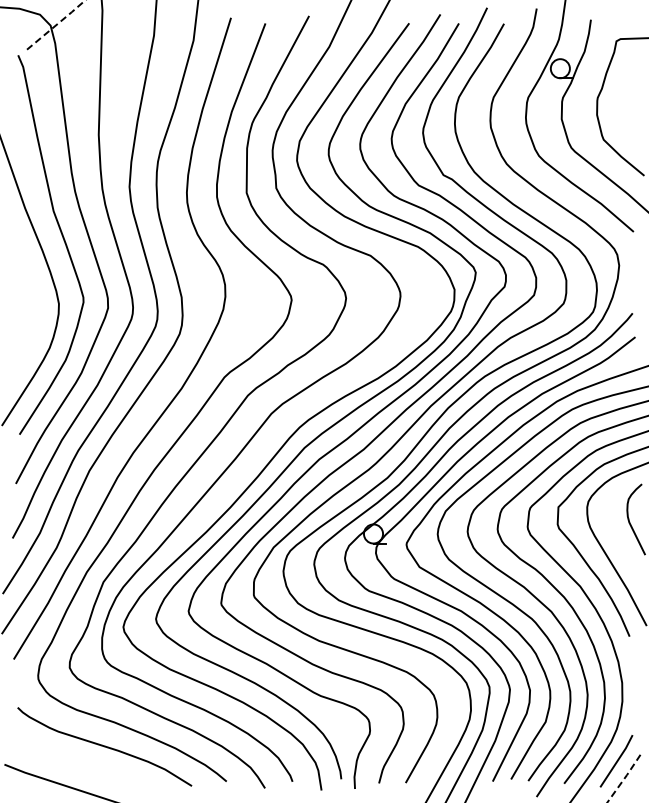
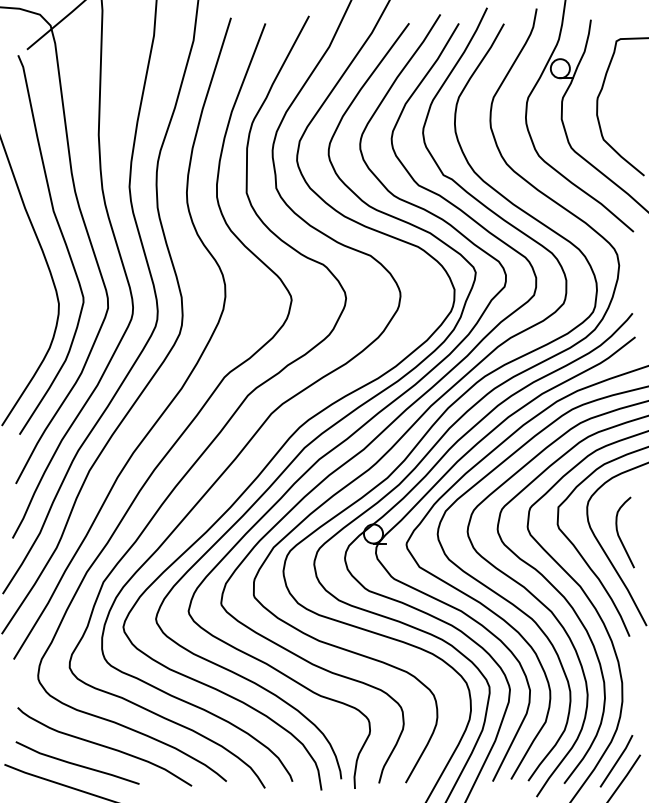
line at (56, 24): dashed -> solid
curve at (630, 522) position: (630, 522) -> (619, 535)
line at (76, 763): none -> present
line at (624, 778): dashed -> solid
